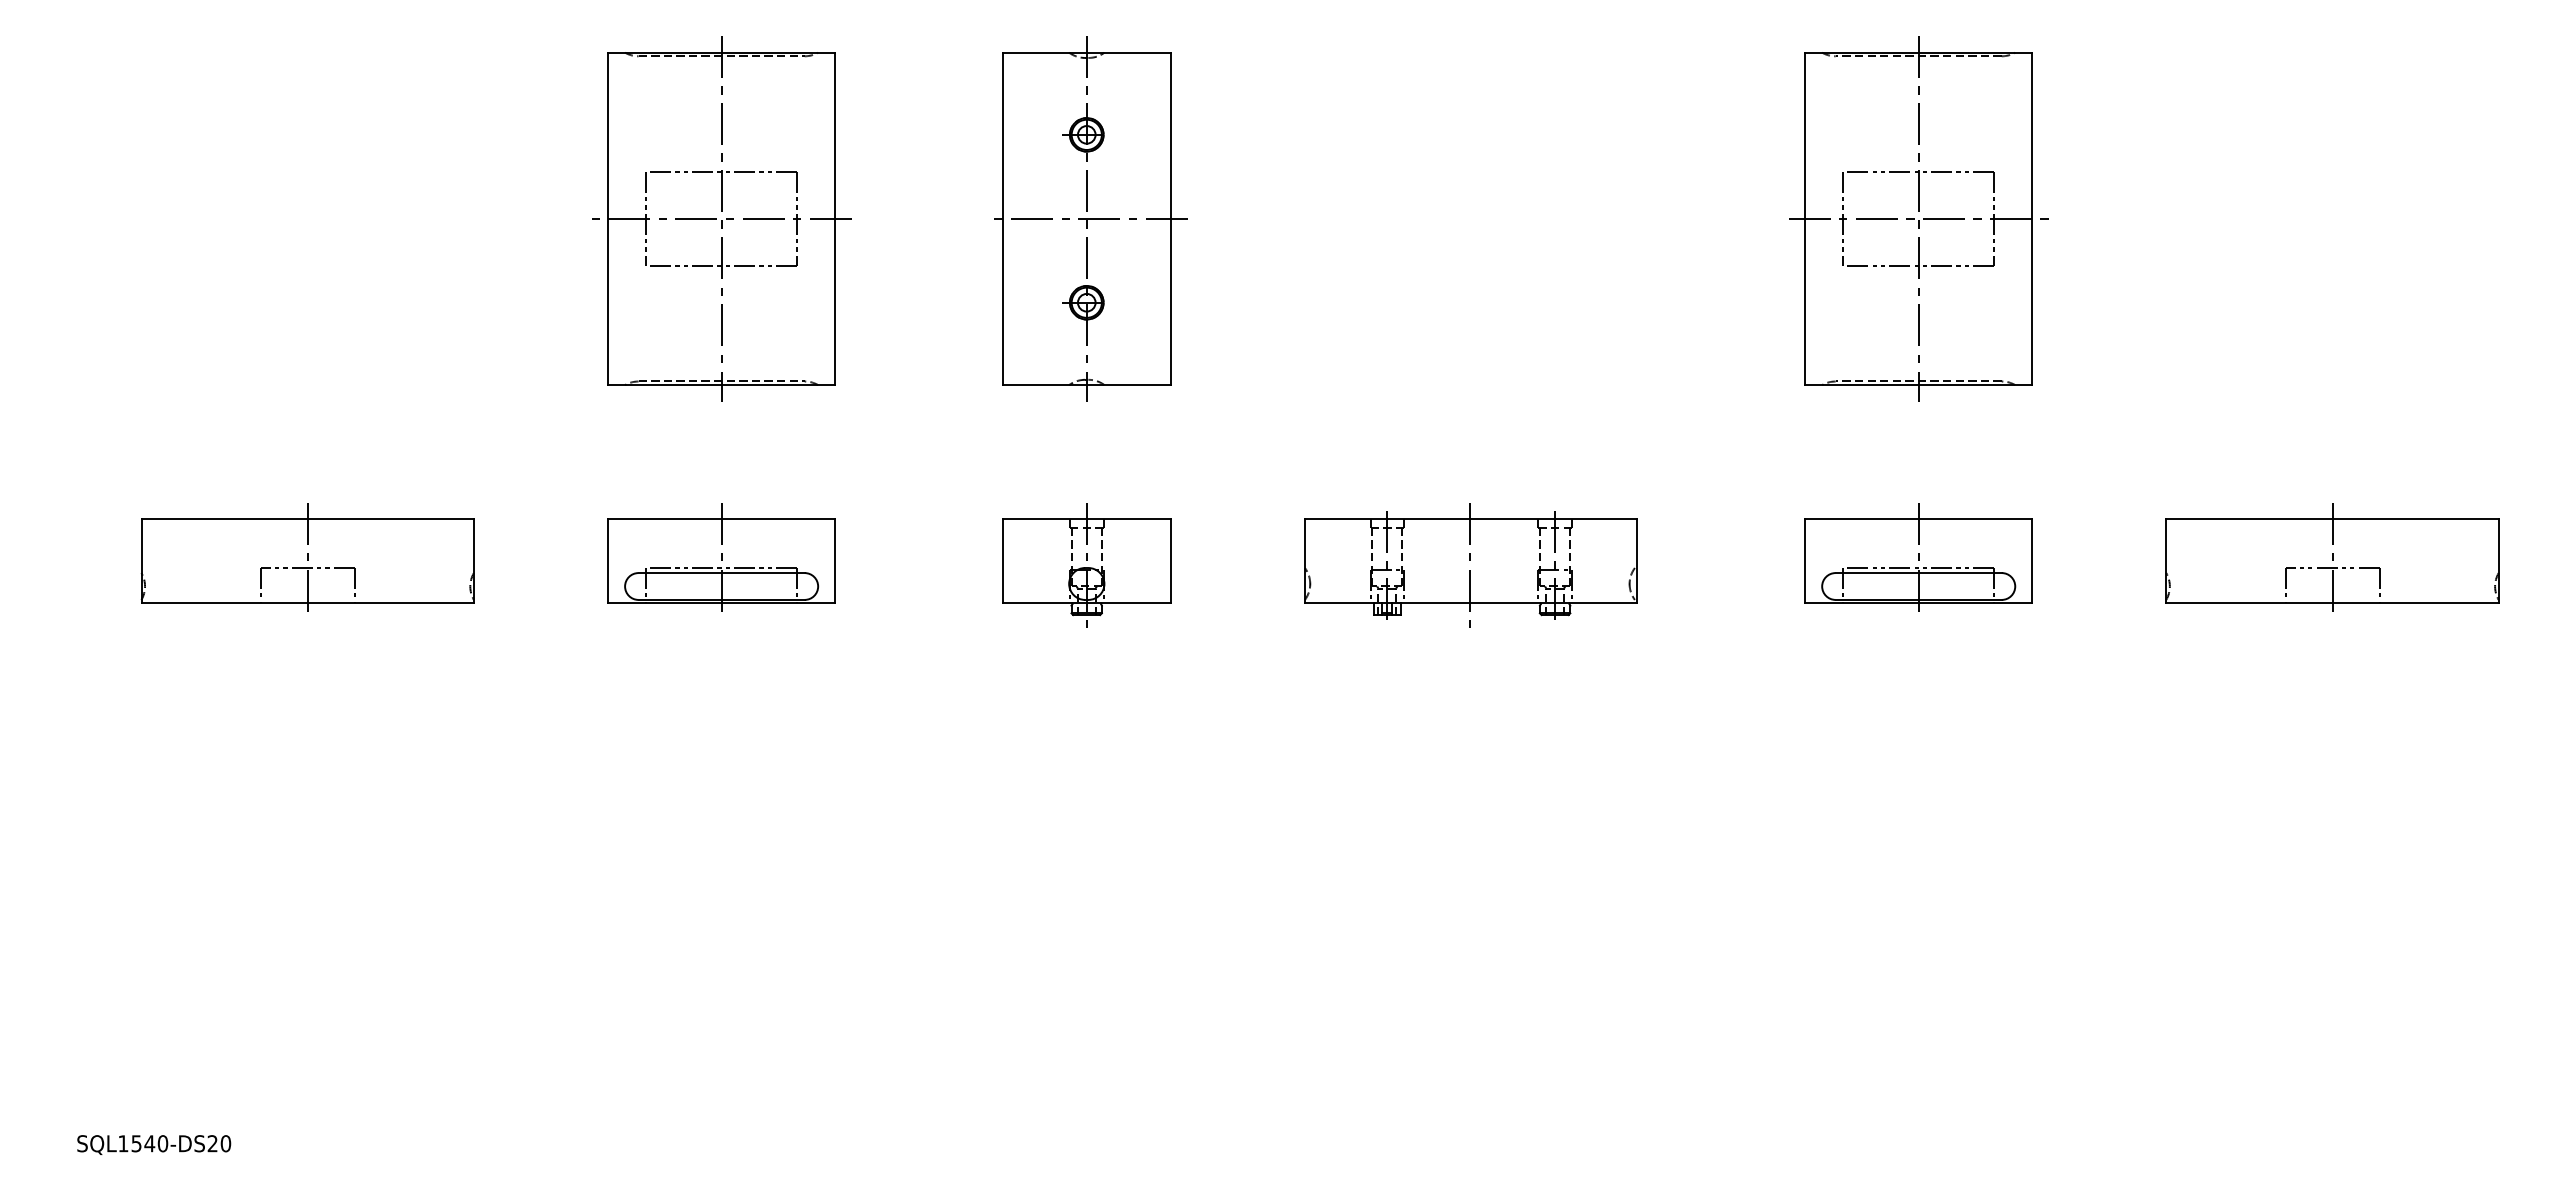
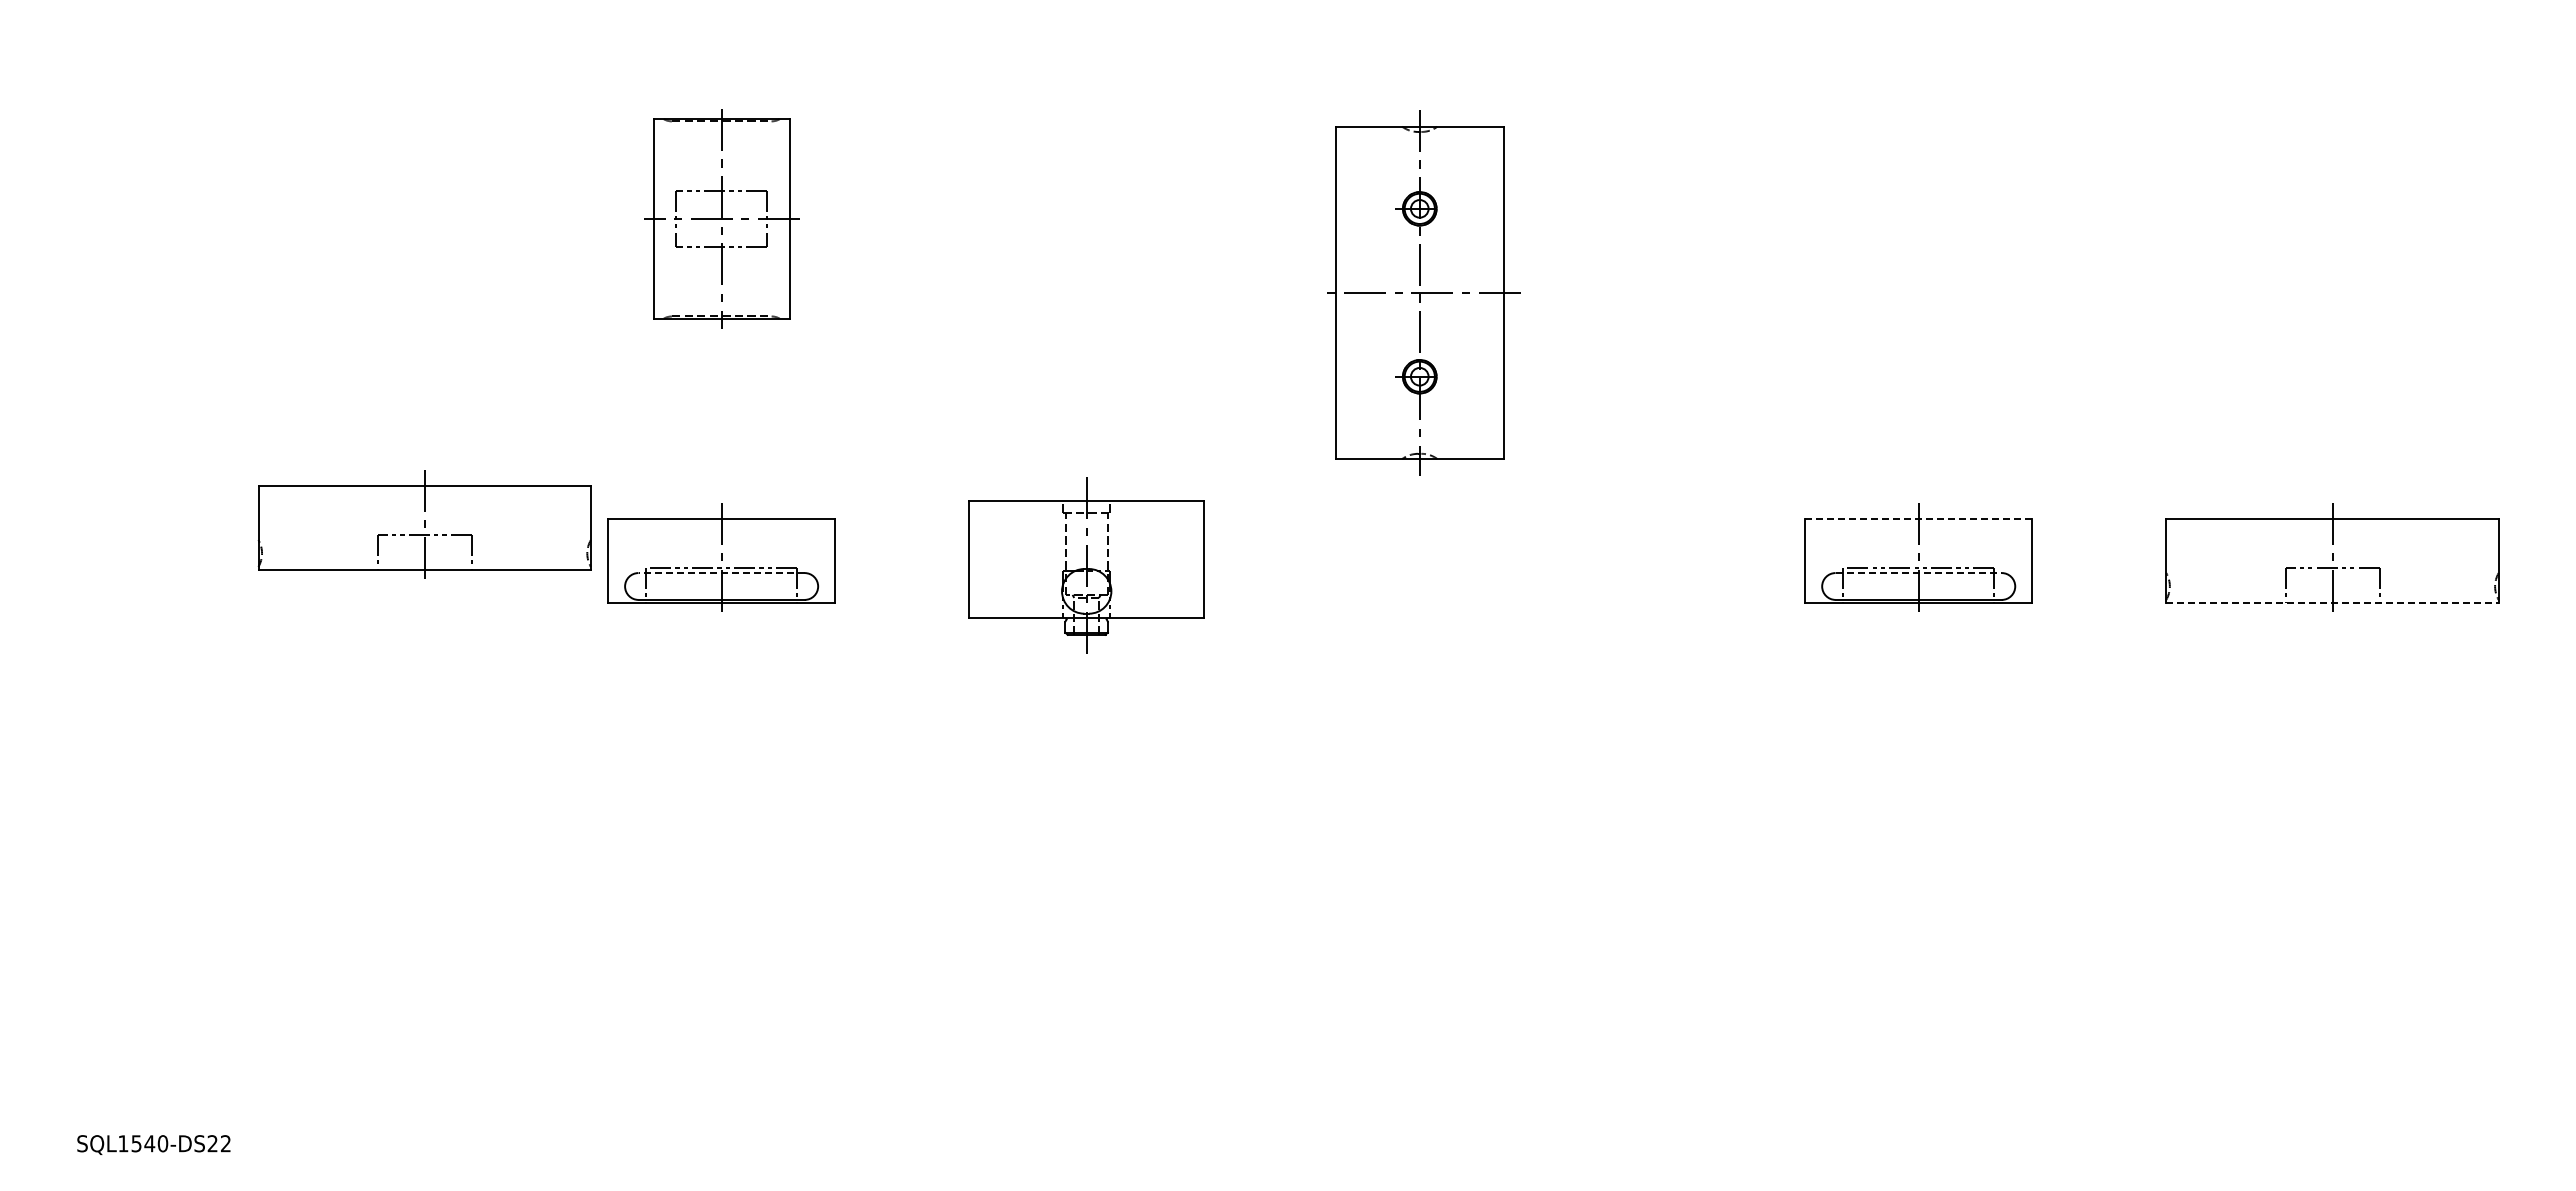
part at (721, 218) size: 260x366 px -> 156x220 px
part at (1090, 218) position: (1090, 218) -> (1423, 292)
part at (1918, 218): present -> none
line at (1918, 519): solid -> dashed
part at (307, 557) position: (307, 557) -> (424, 524)
part at (1086, 565) size: 170x125 px -> 237x177 px
part at (1470, 565): present -> none
line at (721, 573): solid -> dashed
line at (1919, 573): solid -> dashed
line at (2333, 603): solid -> dashed
text at (225, 1143): SQL1540-DS20 -> SQL1540-DS22
